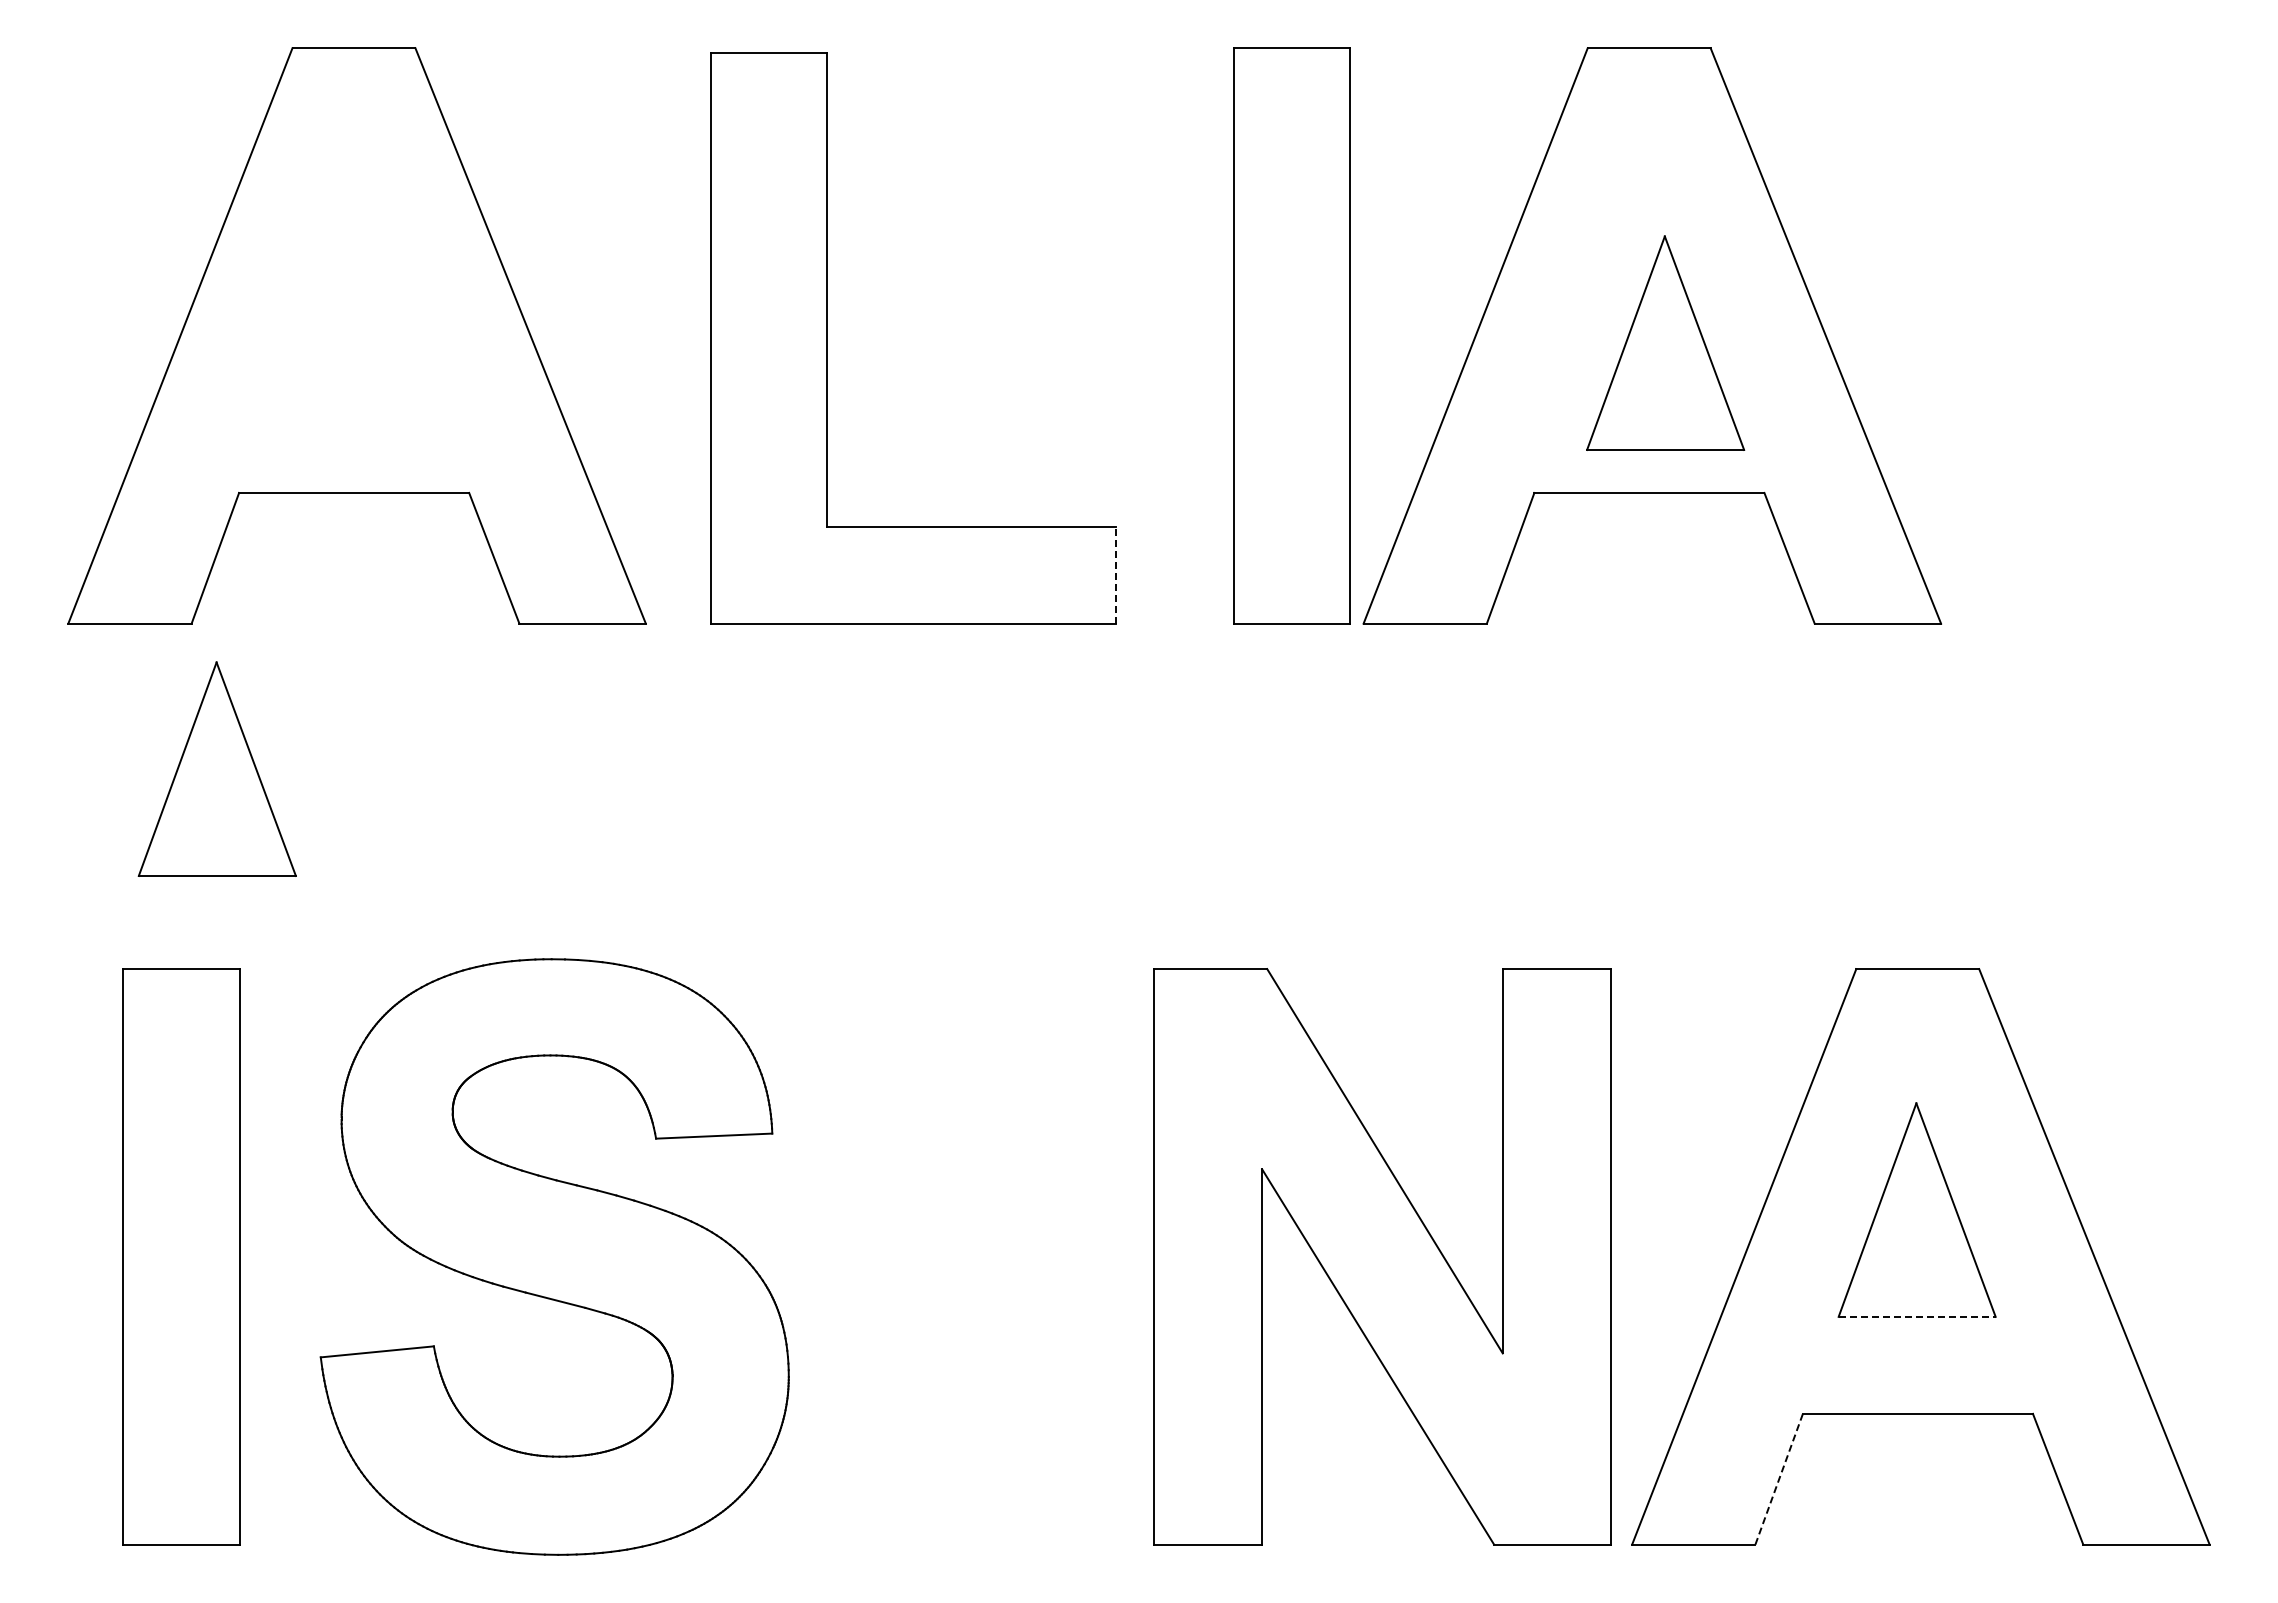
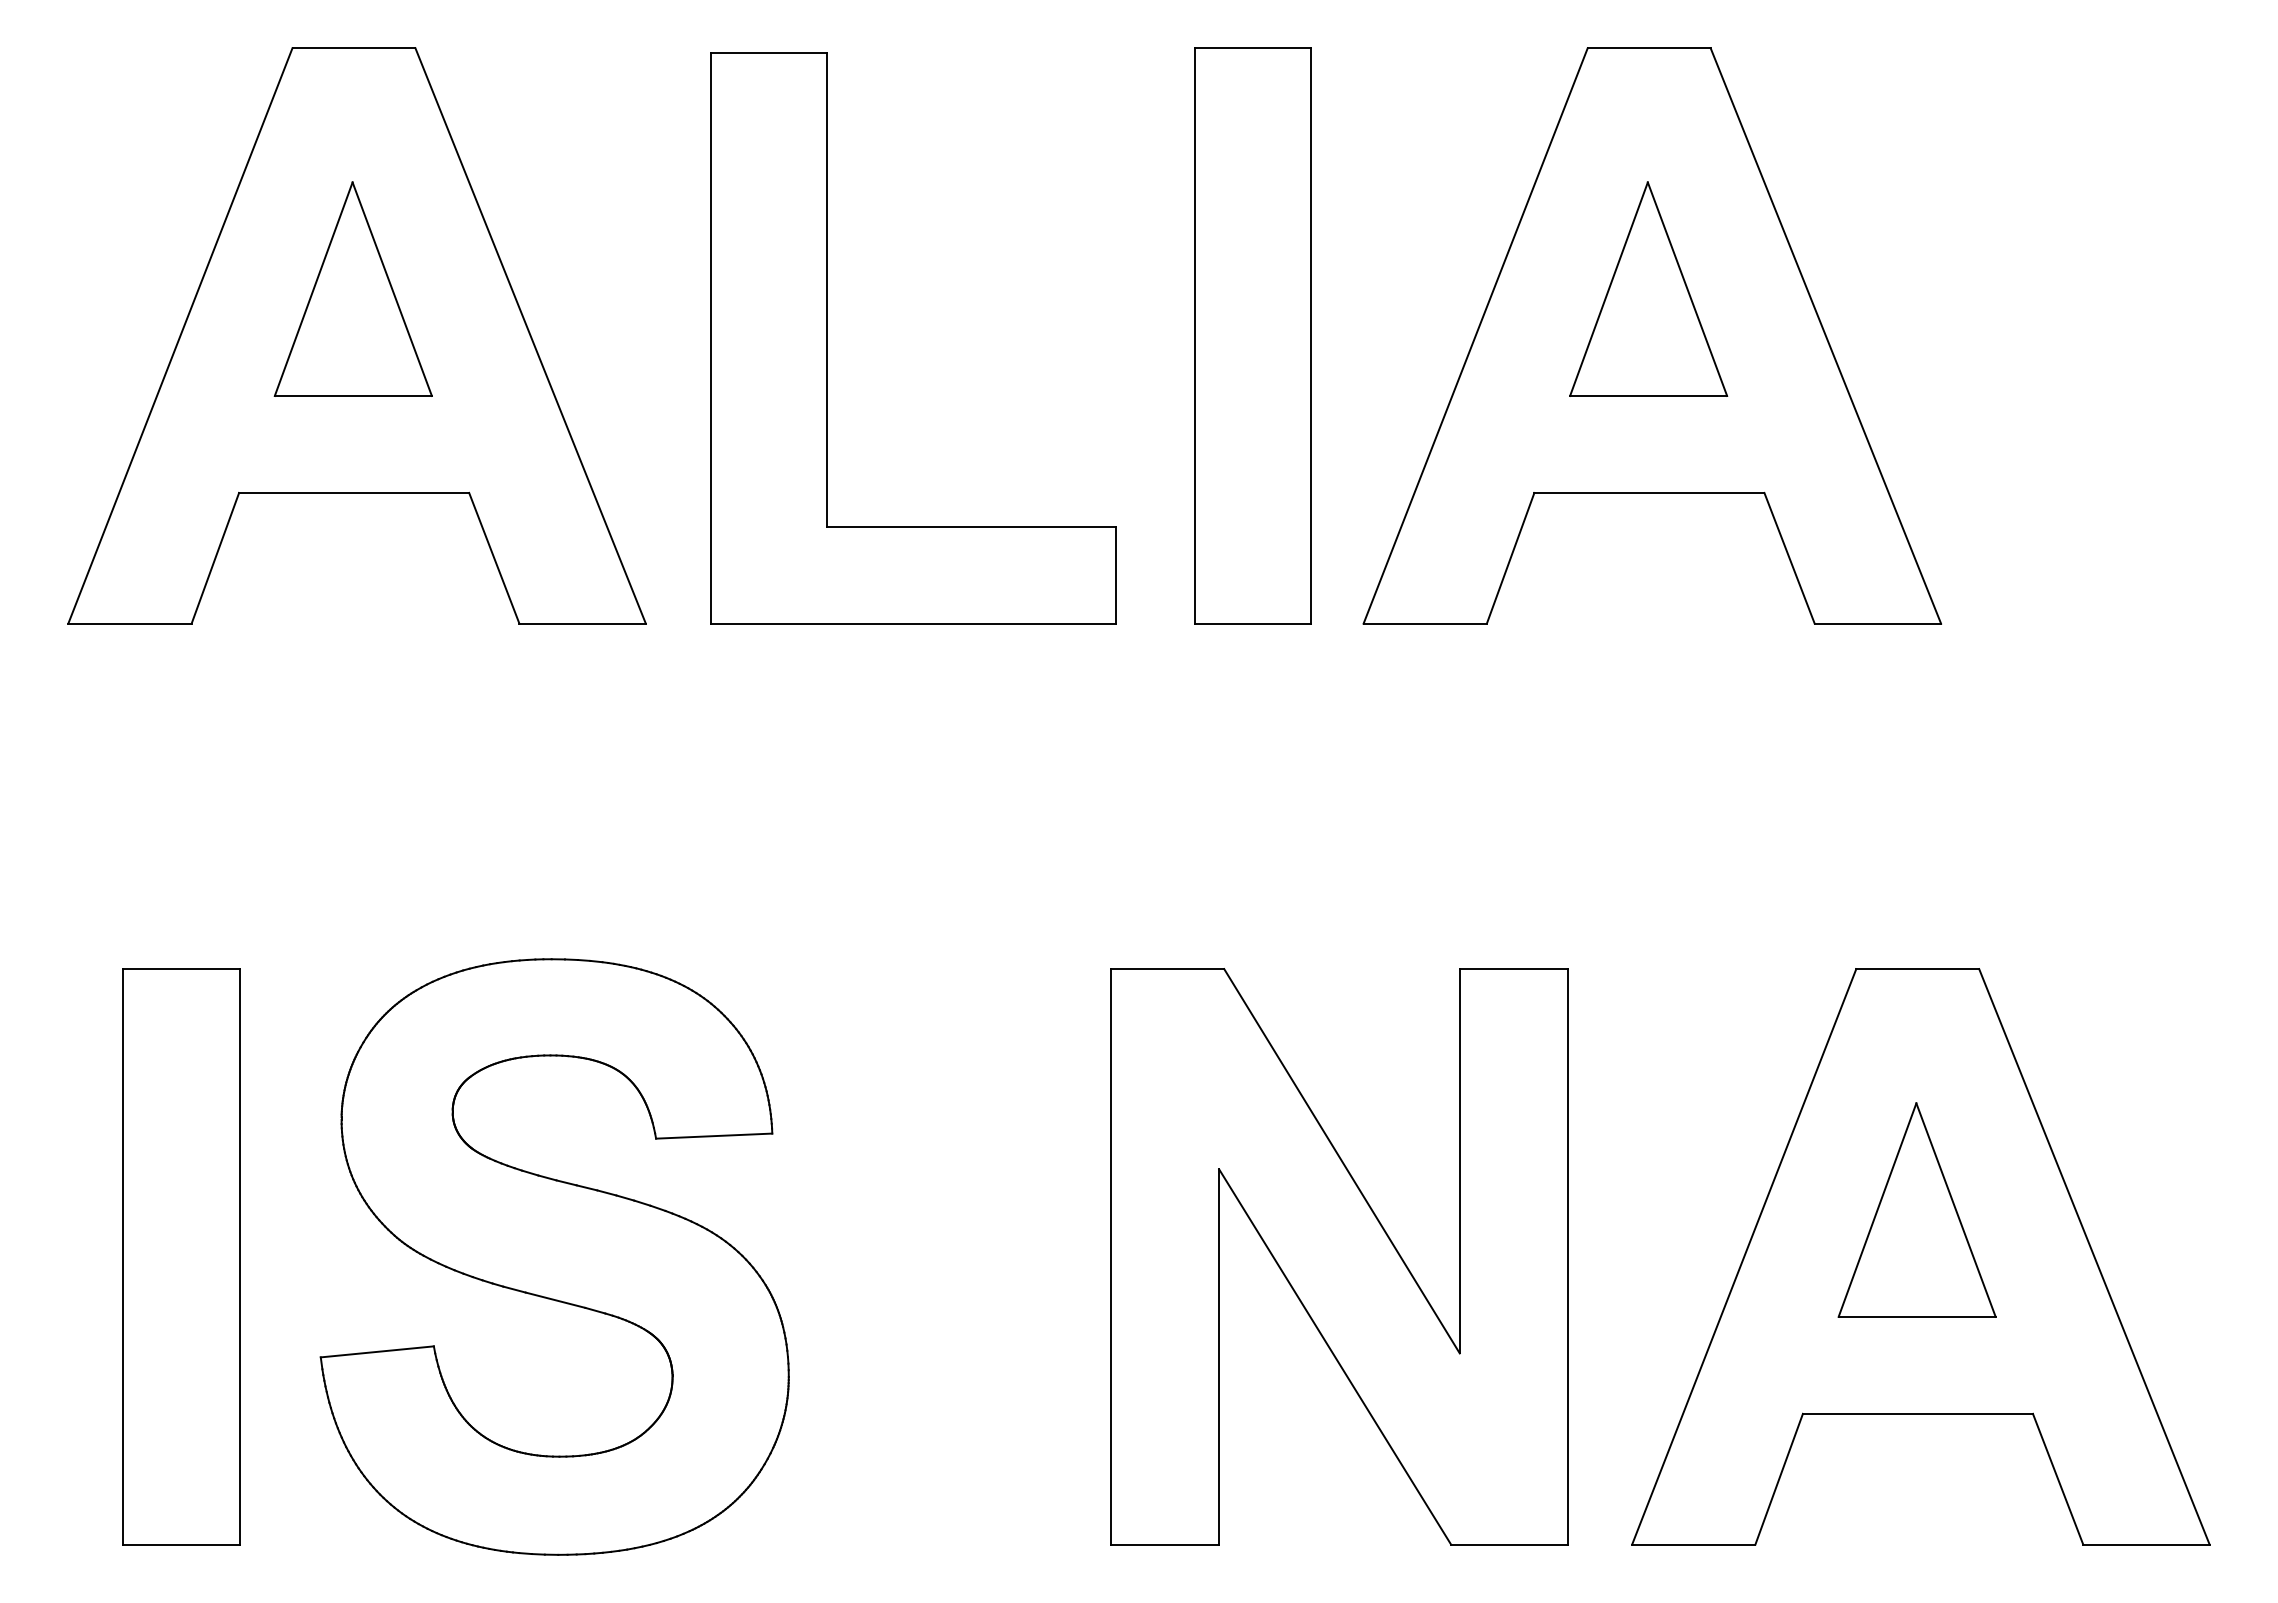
part at (1291, 335) position: (1291, 335) -> (1252, 335)
part at (1665, 342) position: (1665, 342) -> (1648, 288)
line at (1115, 574): dashed -> solid
part at (216, 768) position: (216, 768) -> (352, 288)
part at (1382, 1256) position: (1382, 1256) -> (1339, 1256)
line at (1917, 1316): dashed -> solid
line at (1779, 1479): dashed -> solid
